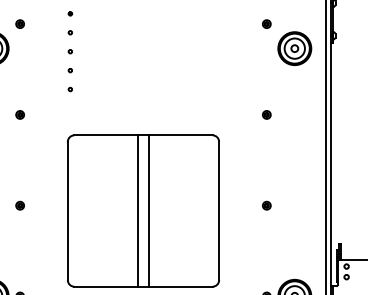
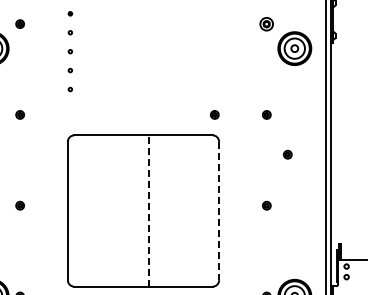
part at (266, 23) size: 10x10 px -> 15x15 px
part at (214, 114): none -> present
part at (287, 154): none -> present
line at (138, 210): present -> none
line at (148, 211): solid -> dashed
line at (219, 211): solid -> dashed
